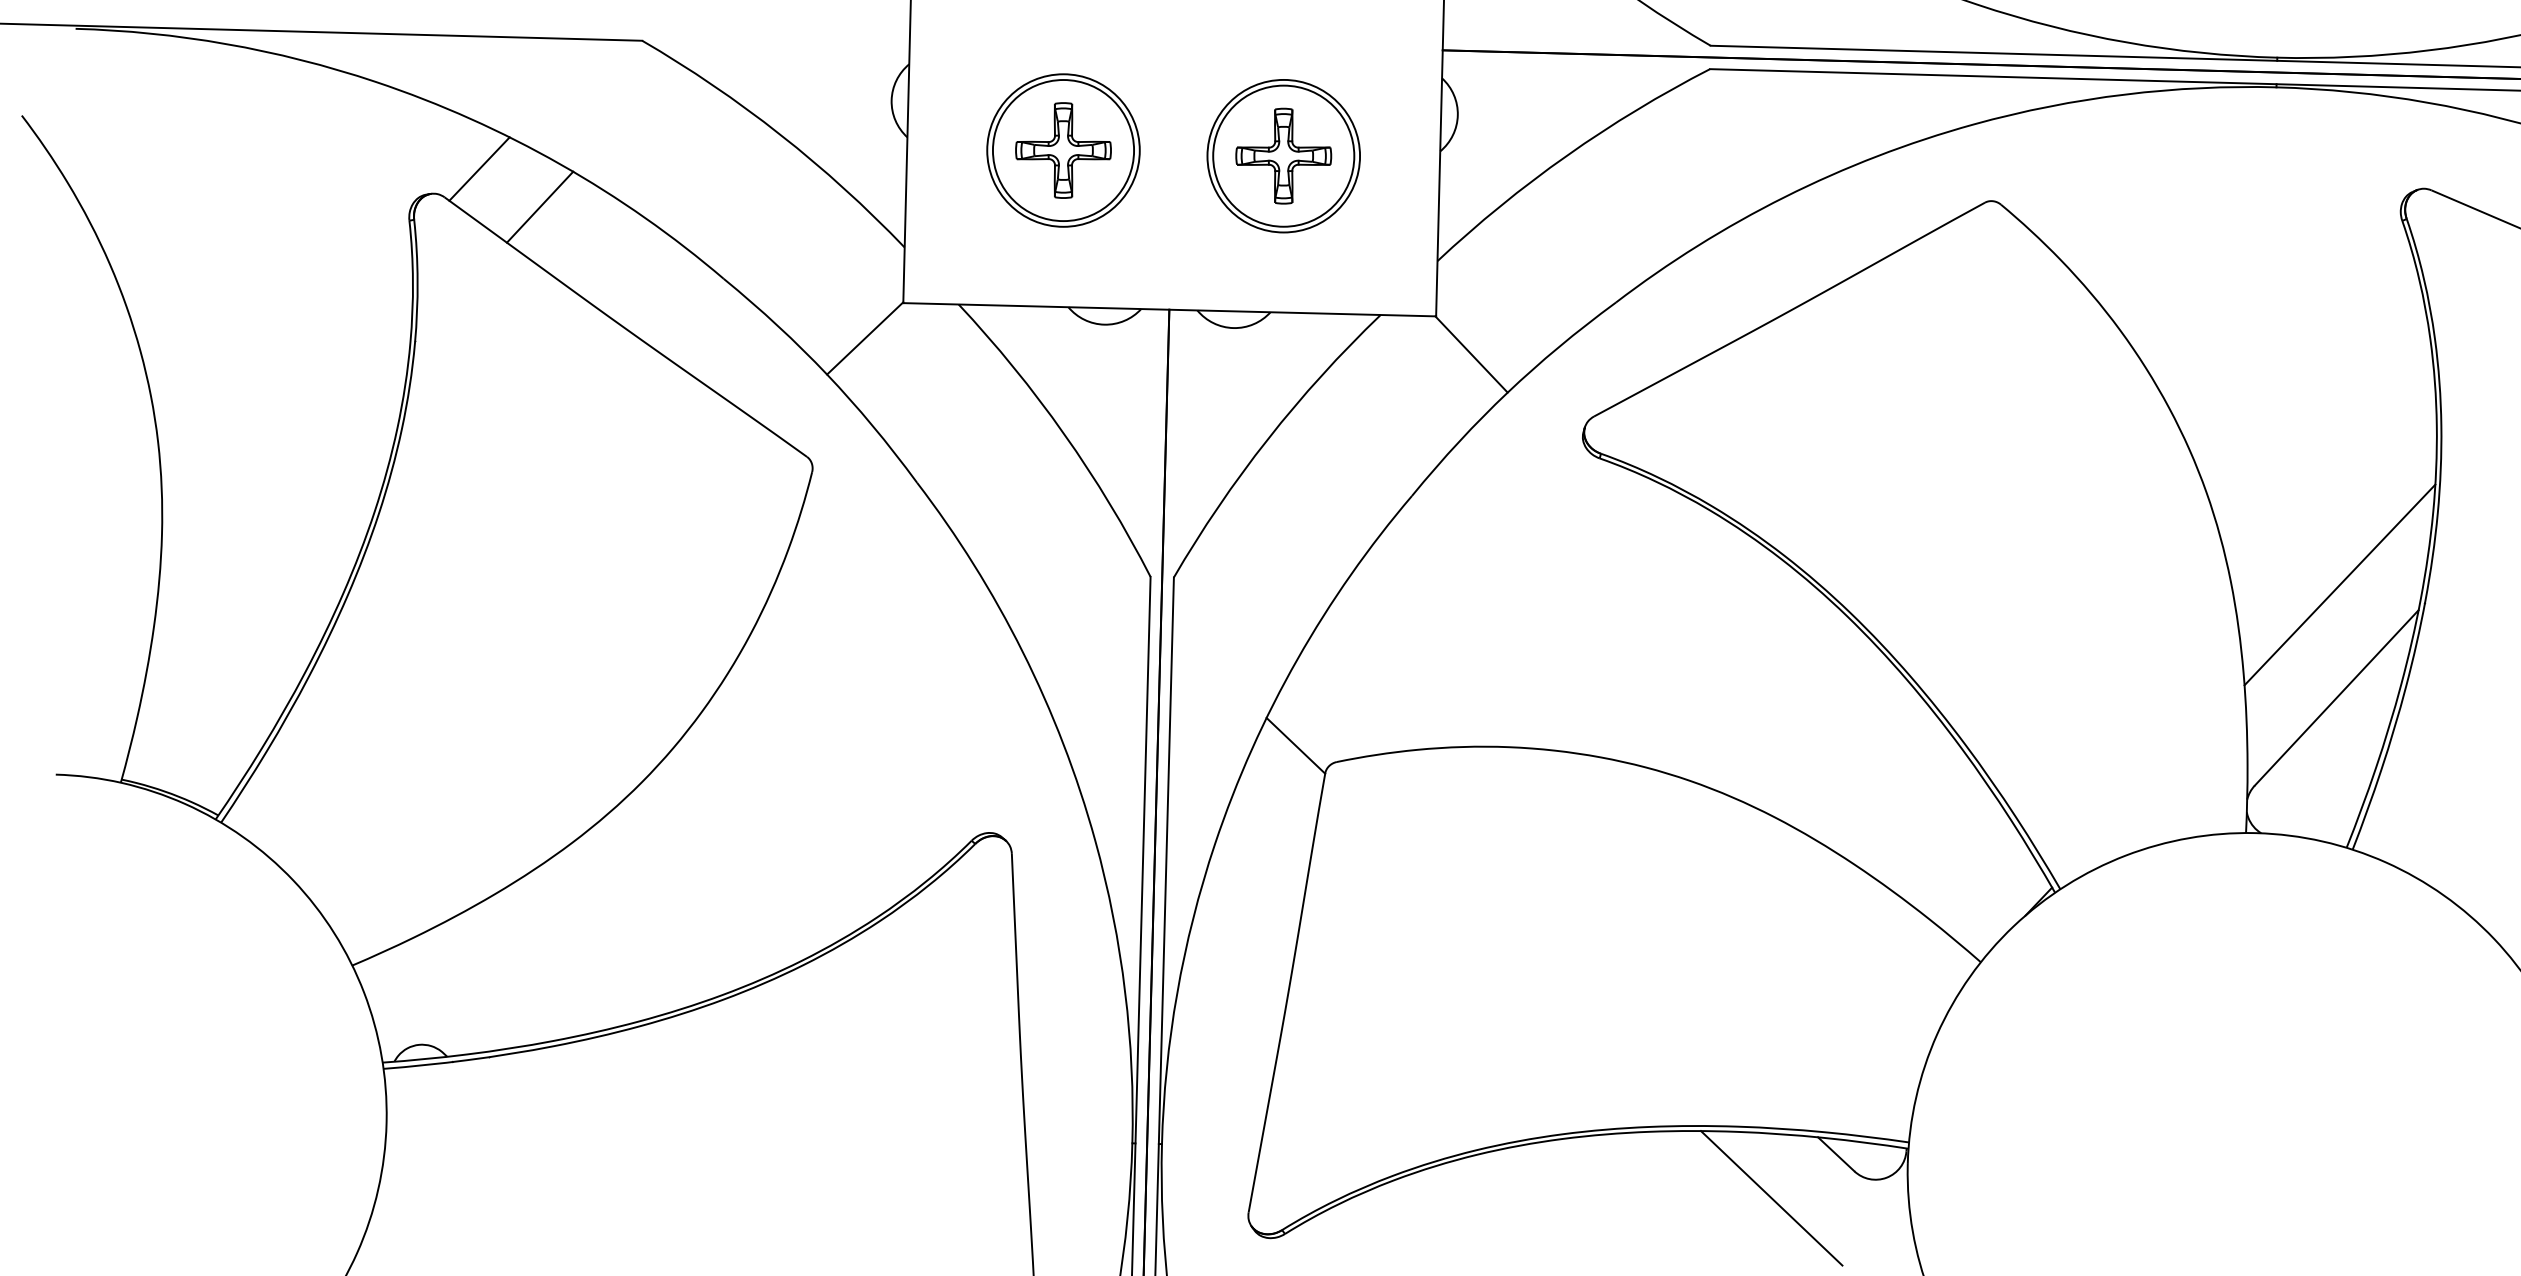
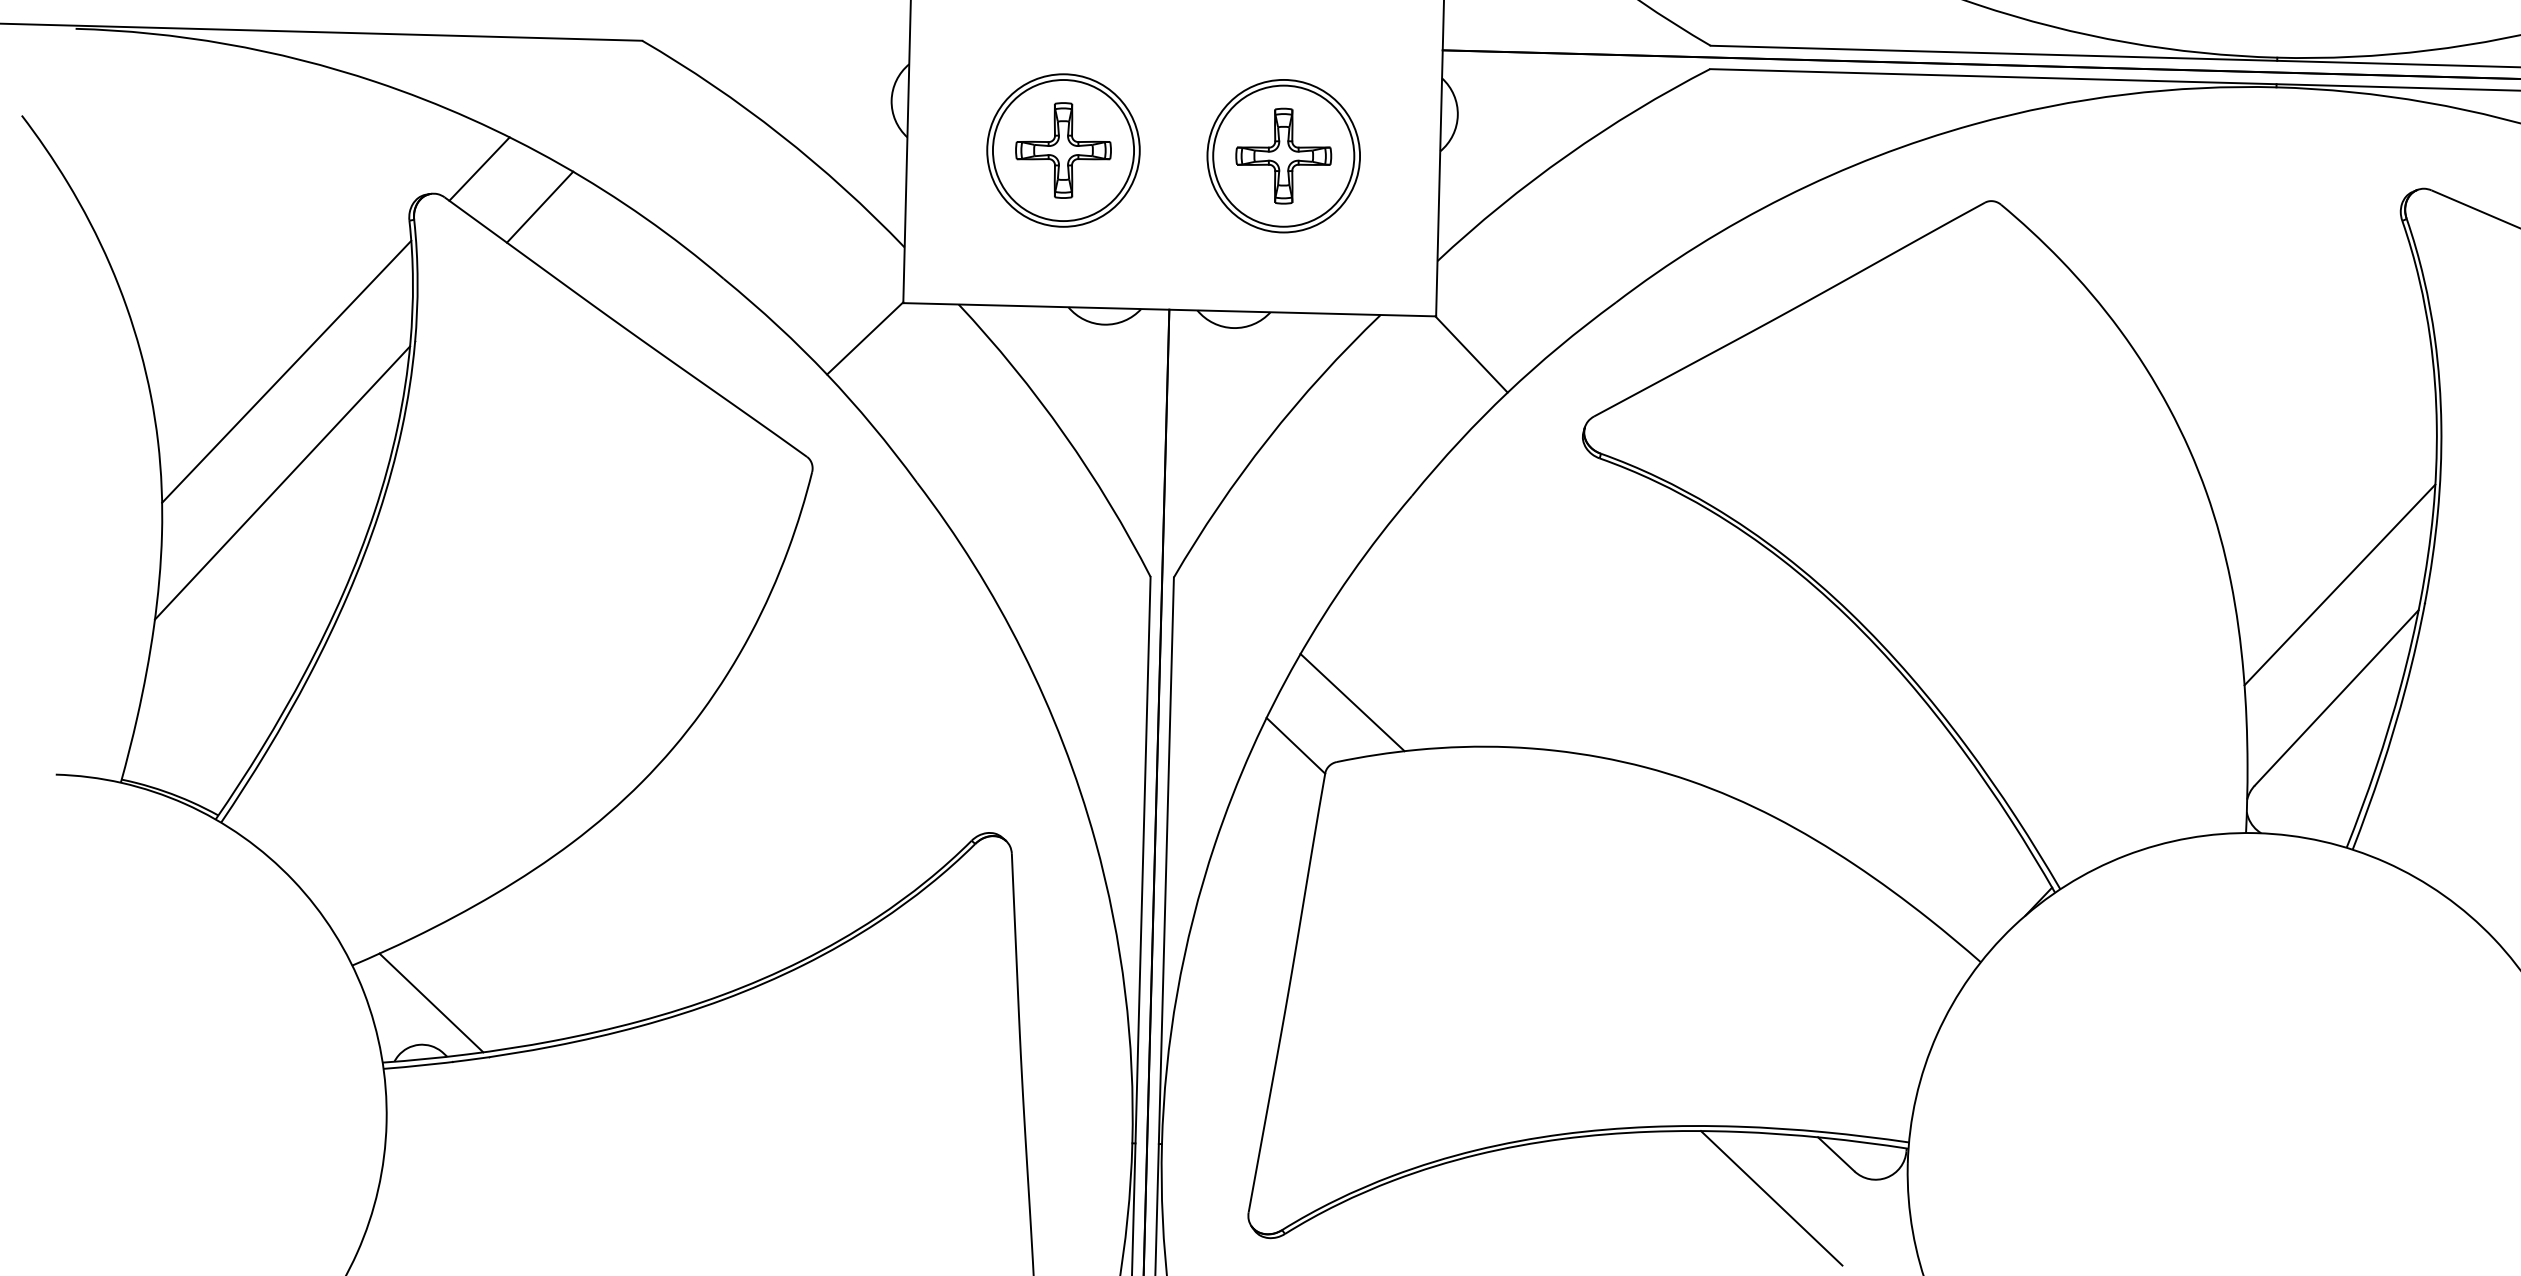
line at (286, 371): none -> present
line at (282, 482): none -> present
line at (1352, 702): none -> present
line at (431, 1002): none -> present
